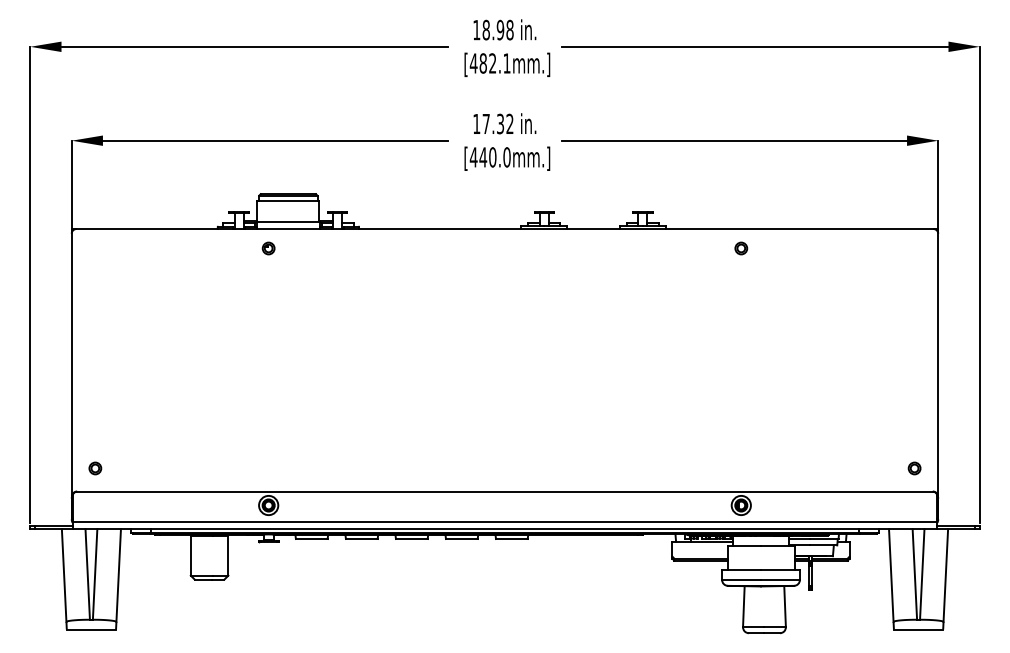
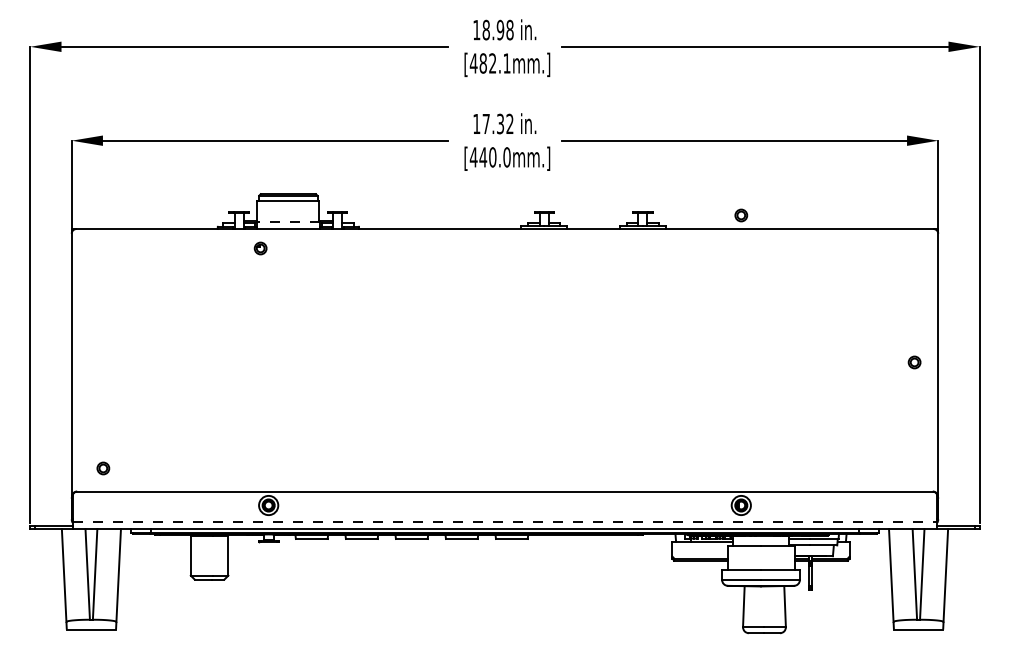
line at (287, 222): solid -> dashed
part at (268, 248) position: (268, 248) -> (260, 248)
part at (741, 248) position: (741, 248) -> (741, 215)
part at (95, 468) position: (95, 468) -> (103, 468)
part at (914, 468) position: (914, 468) -> (914, 362)
line at (505, 522): solid -> dashed
